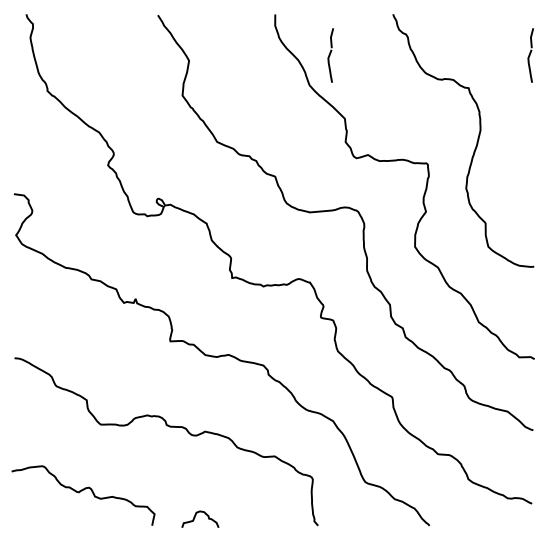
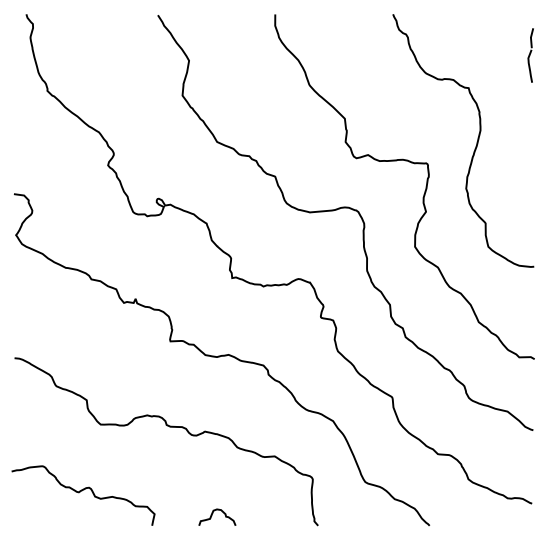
part at (330, 55): present -> none
curve at (196, 515) position: (196, 515) -> (213, 513)
